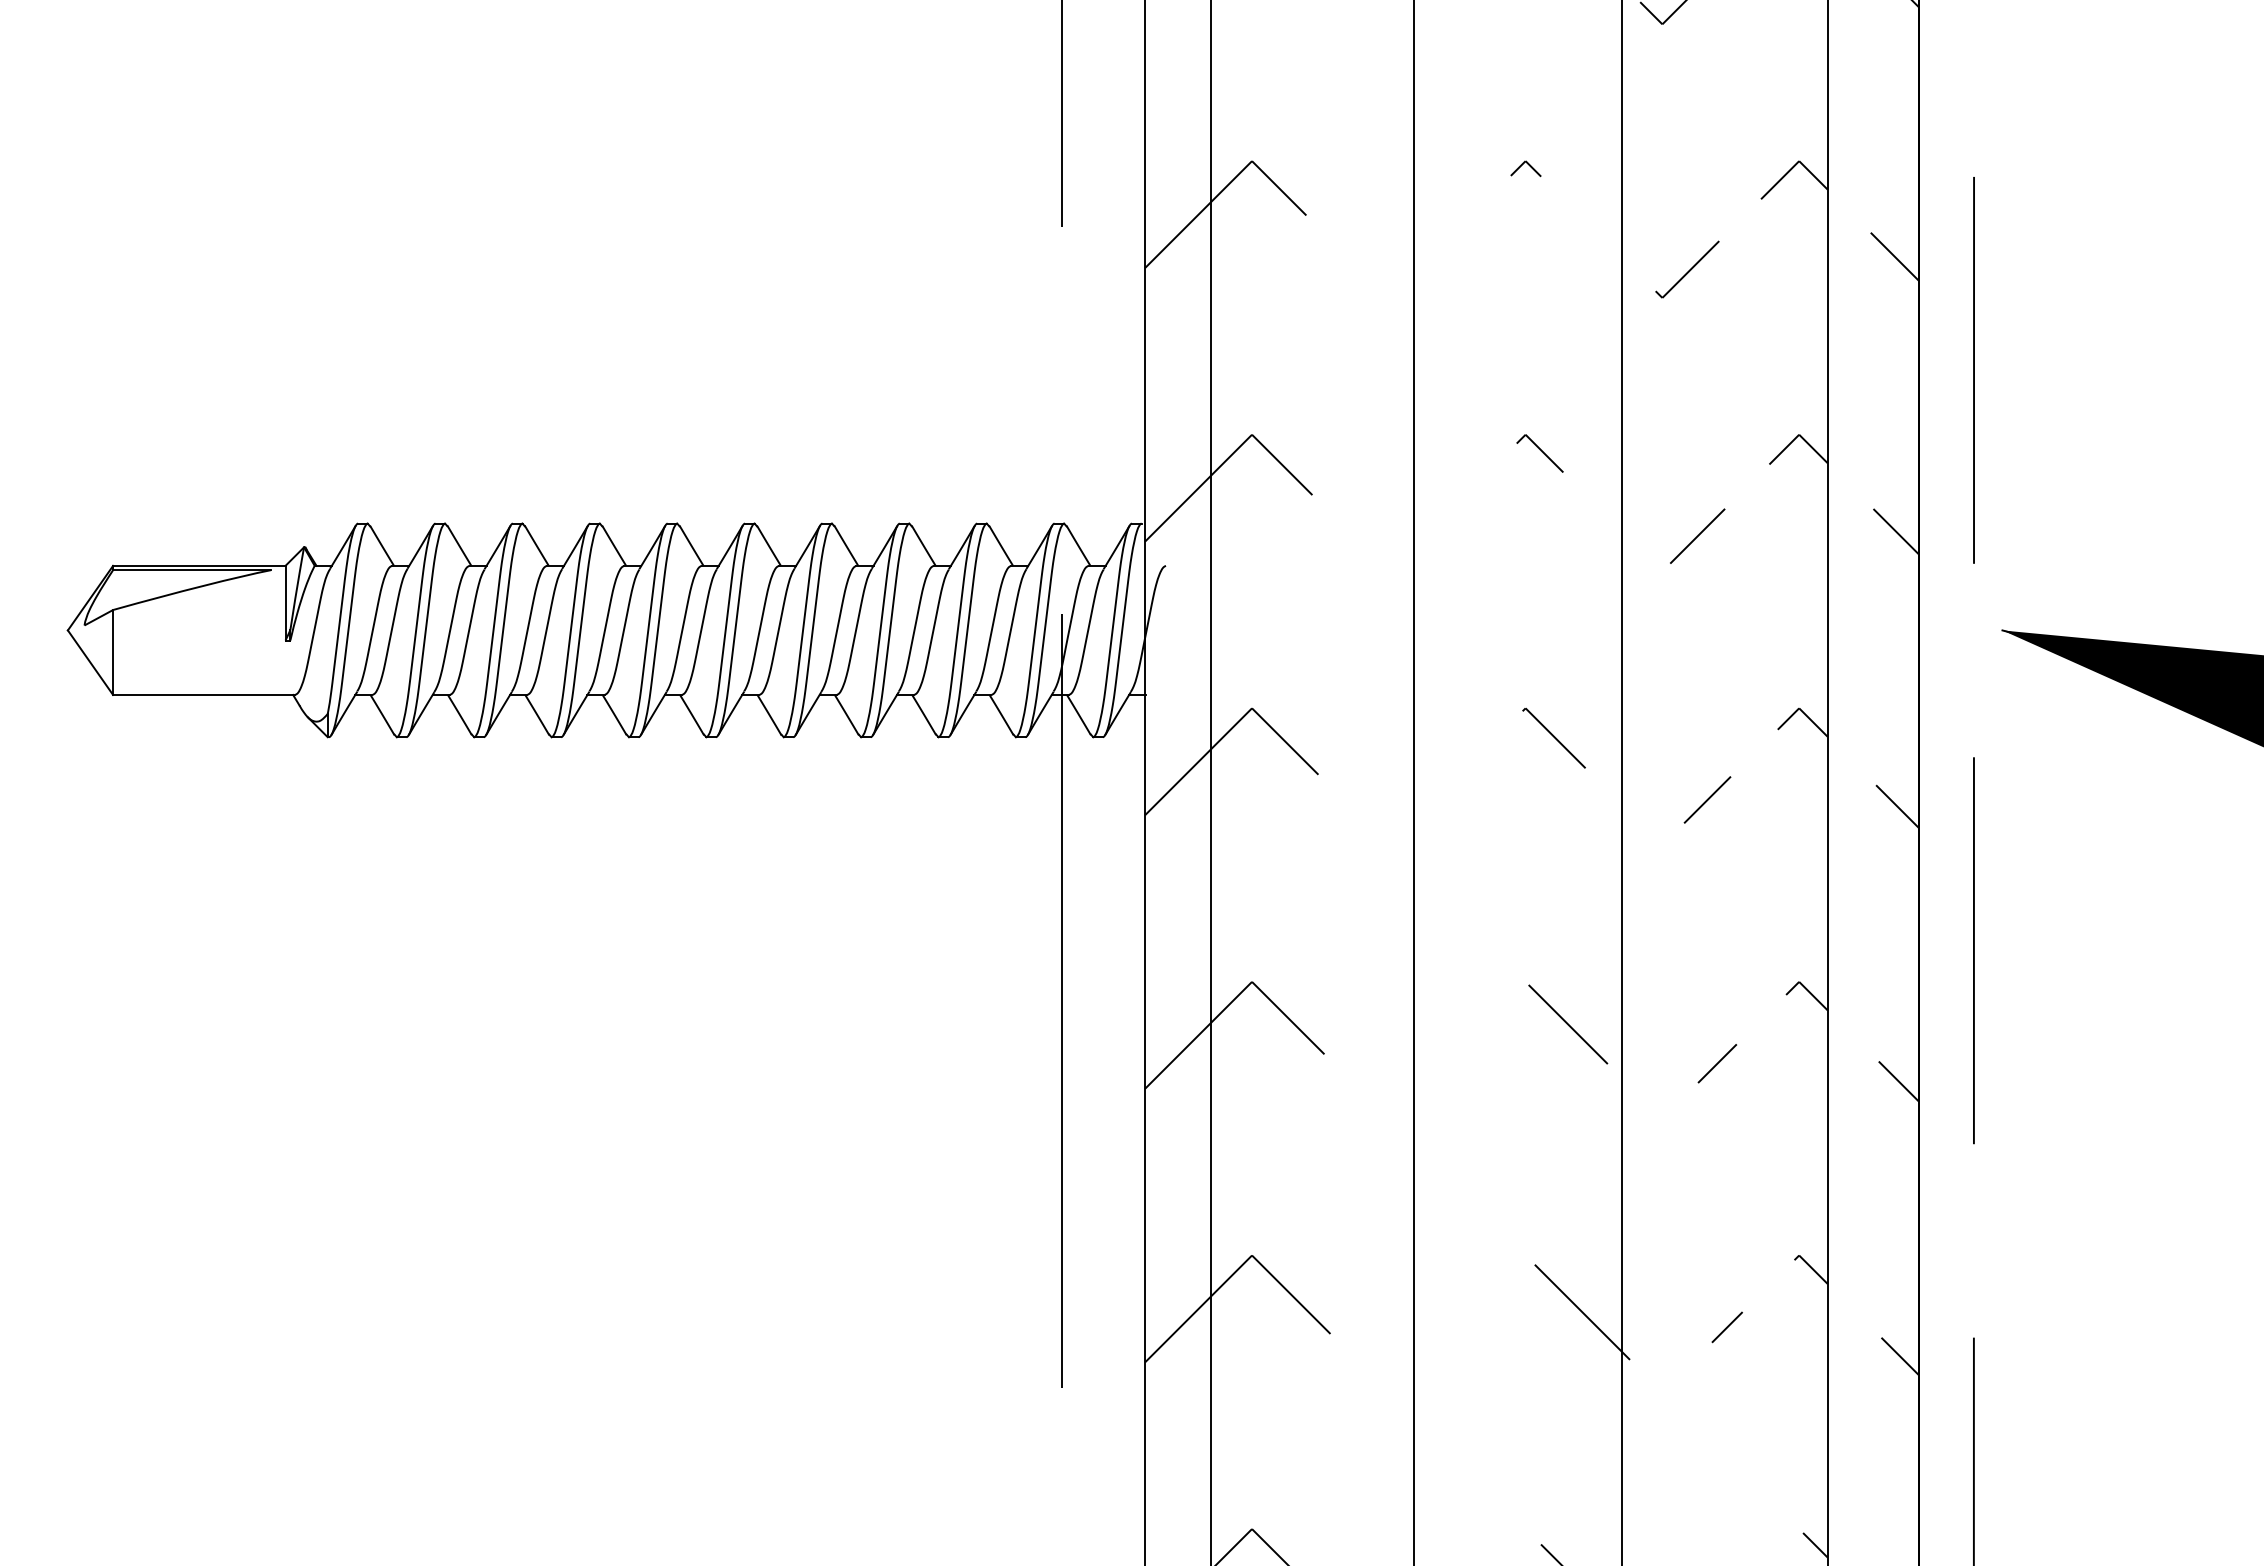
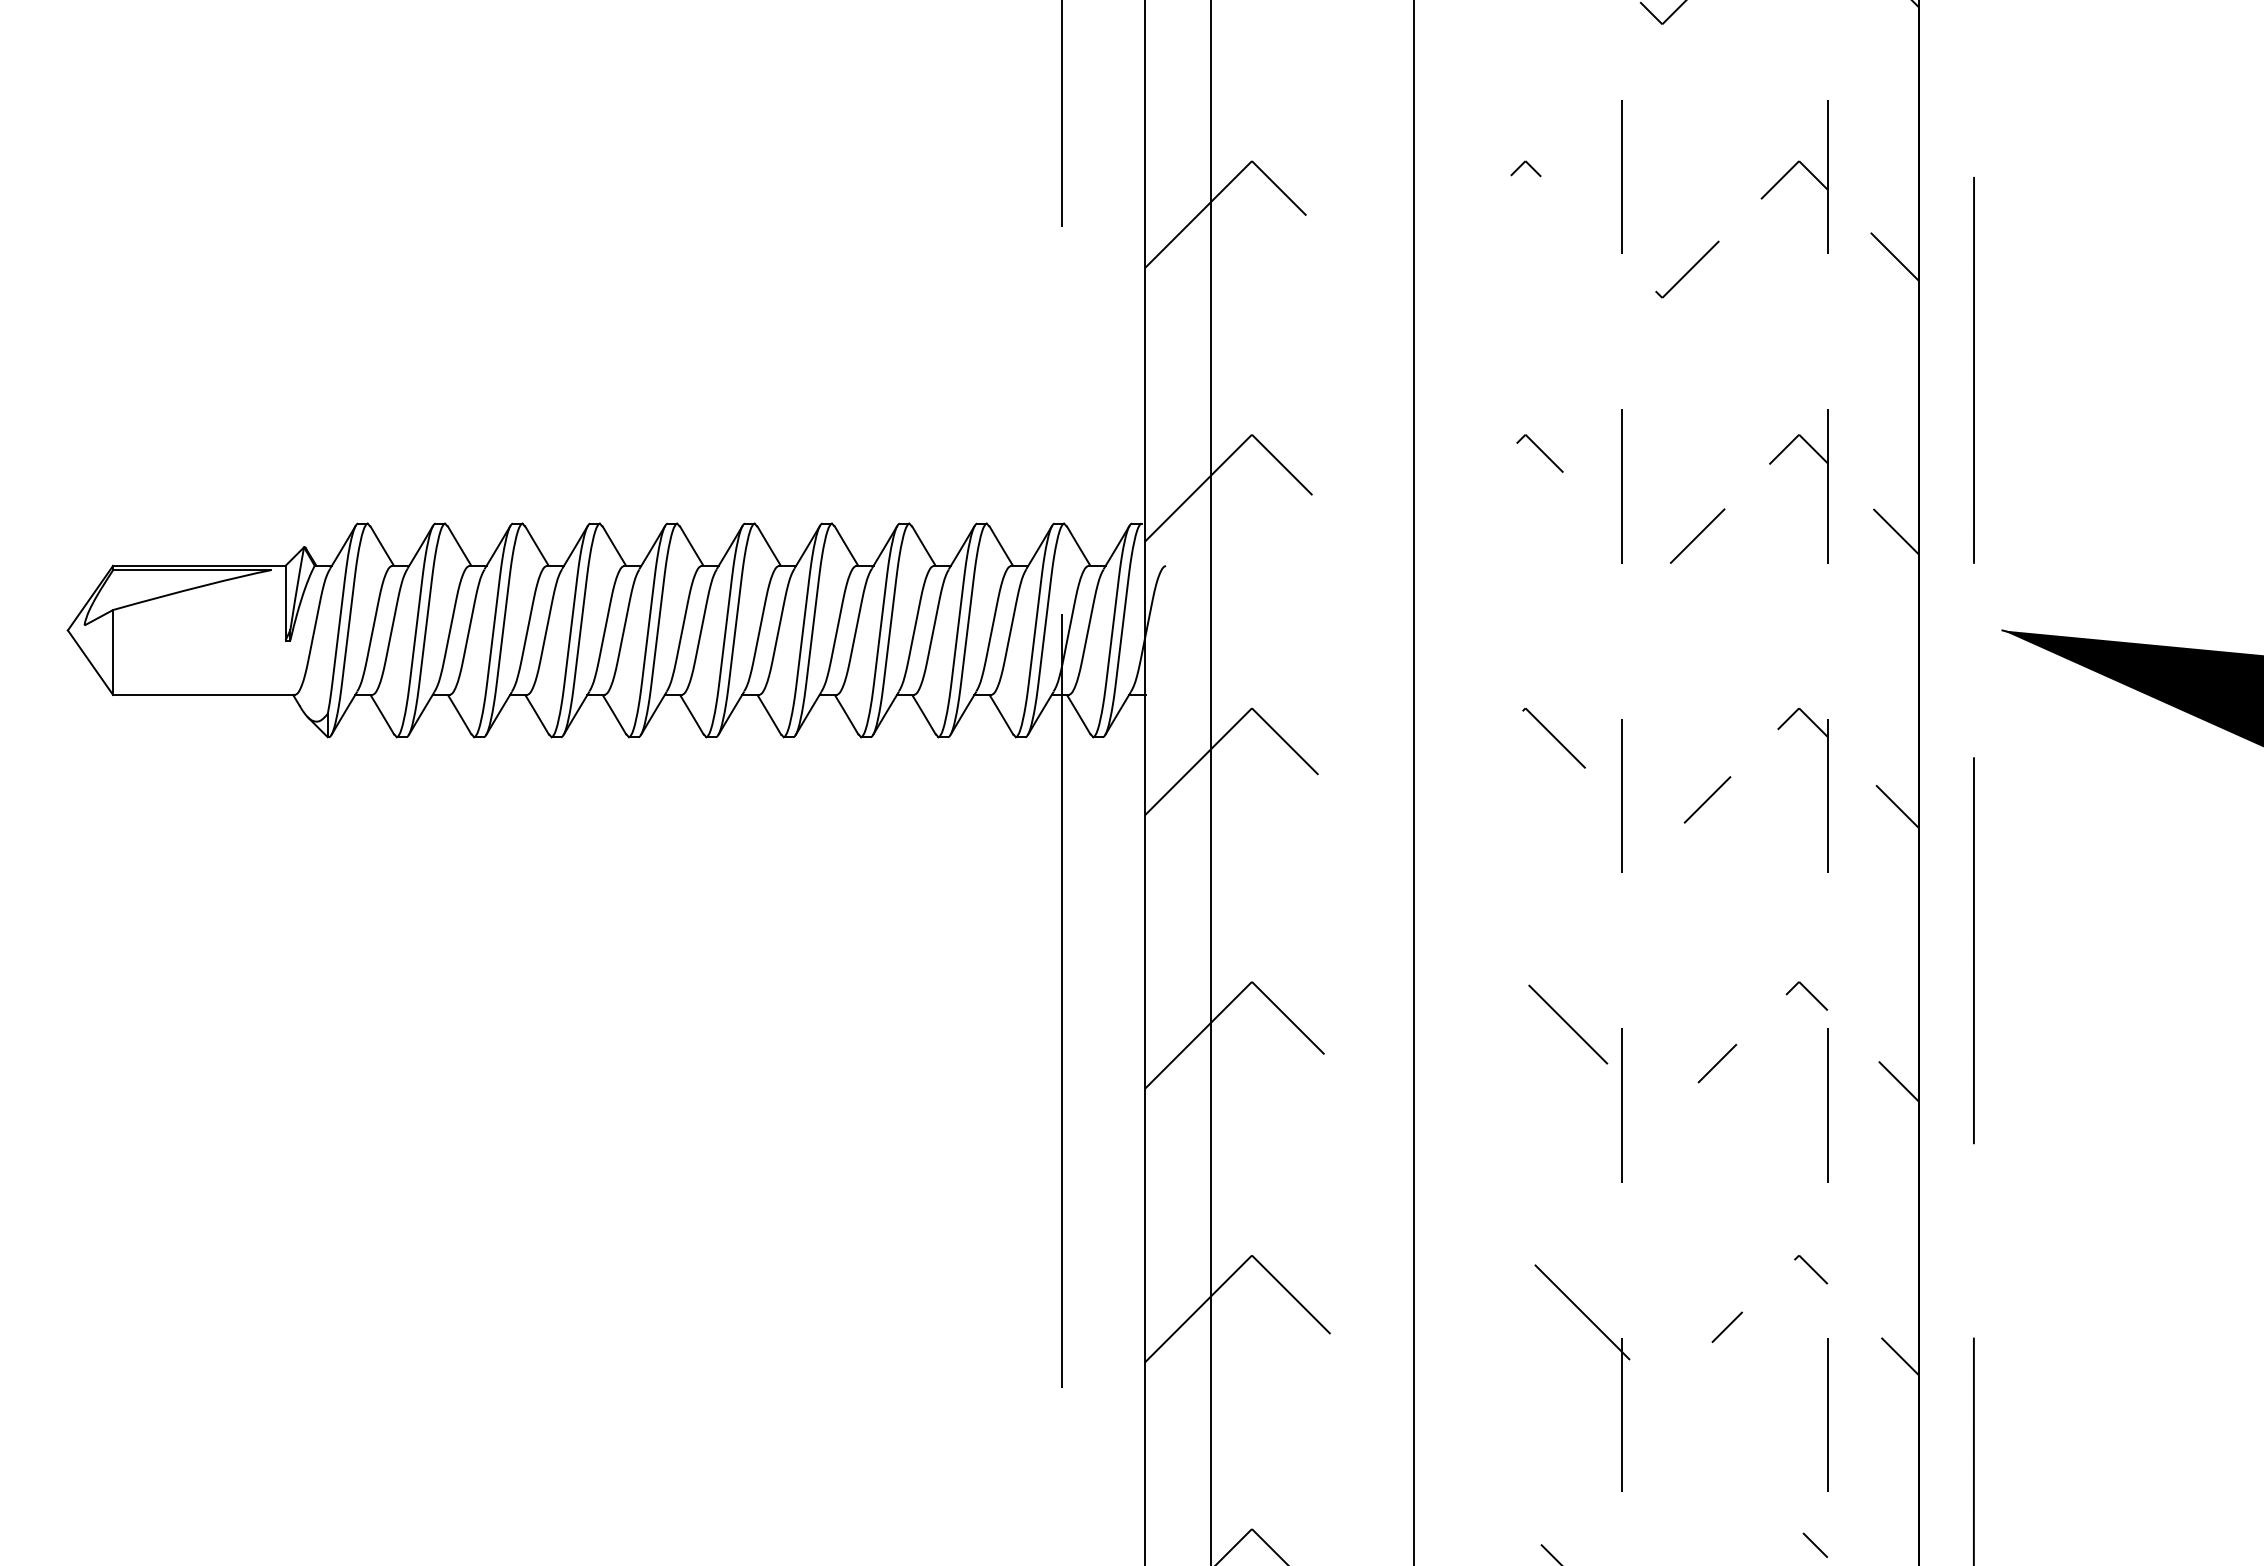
line at (1621, 781): solid -> dashed
line at (1827, 781): solid -> dashed
